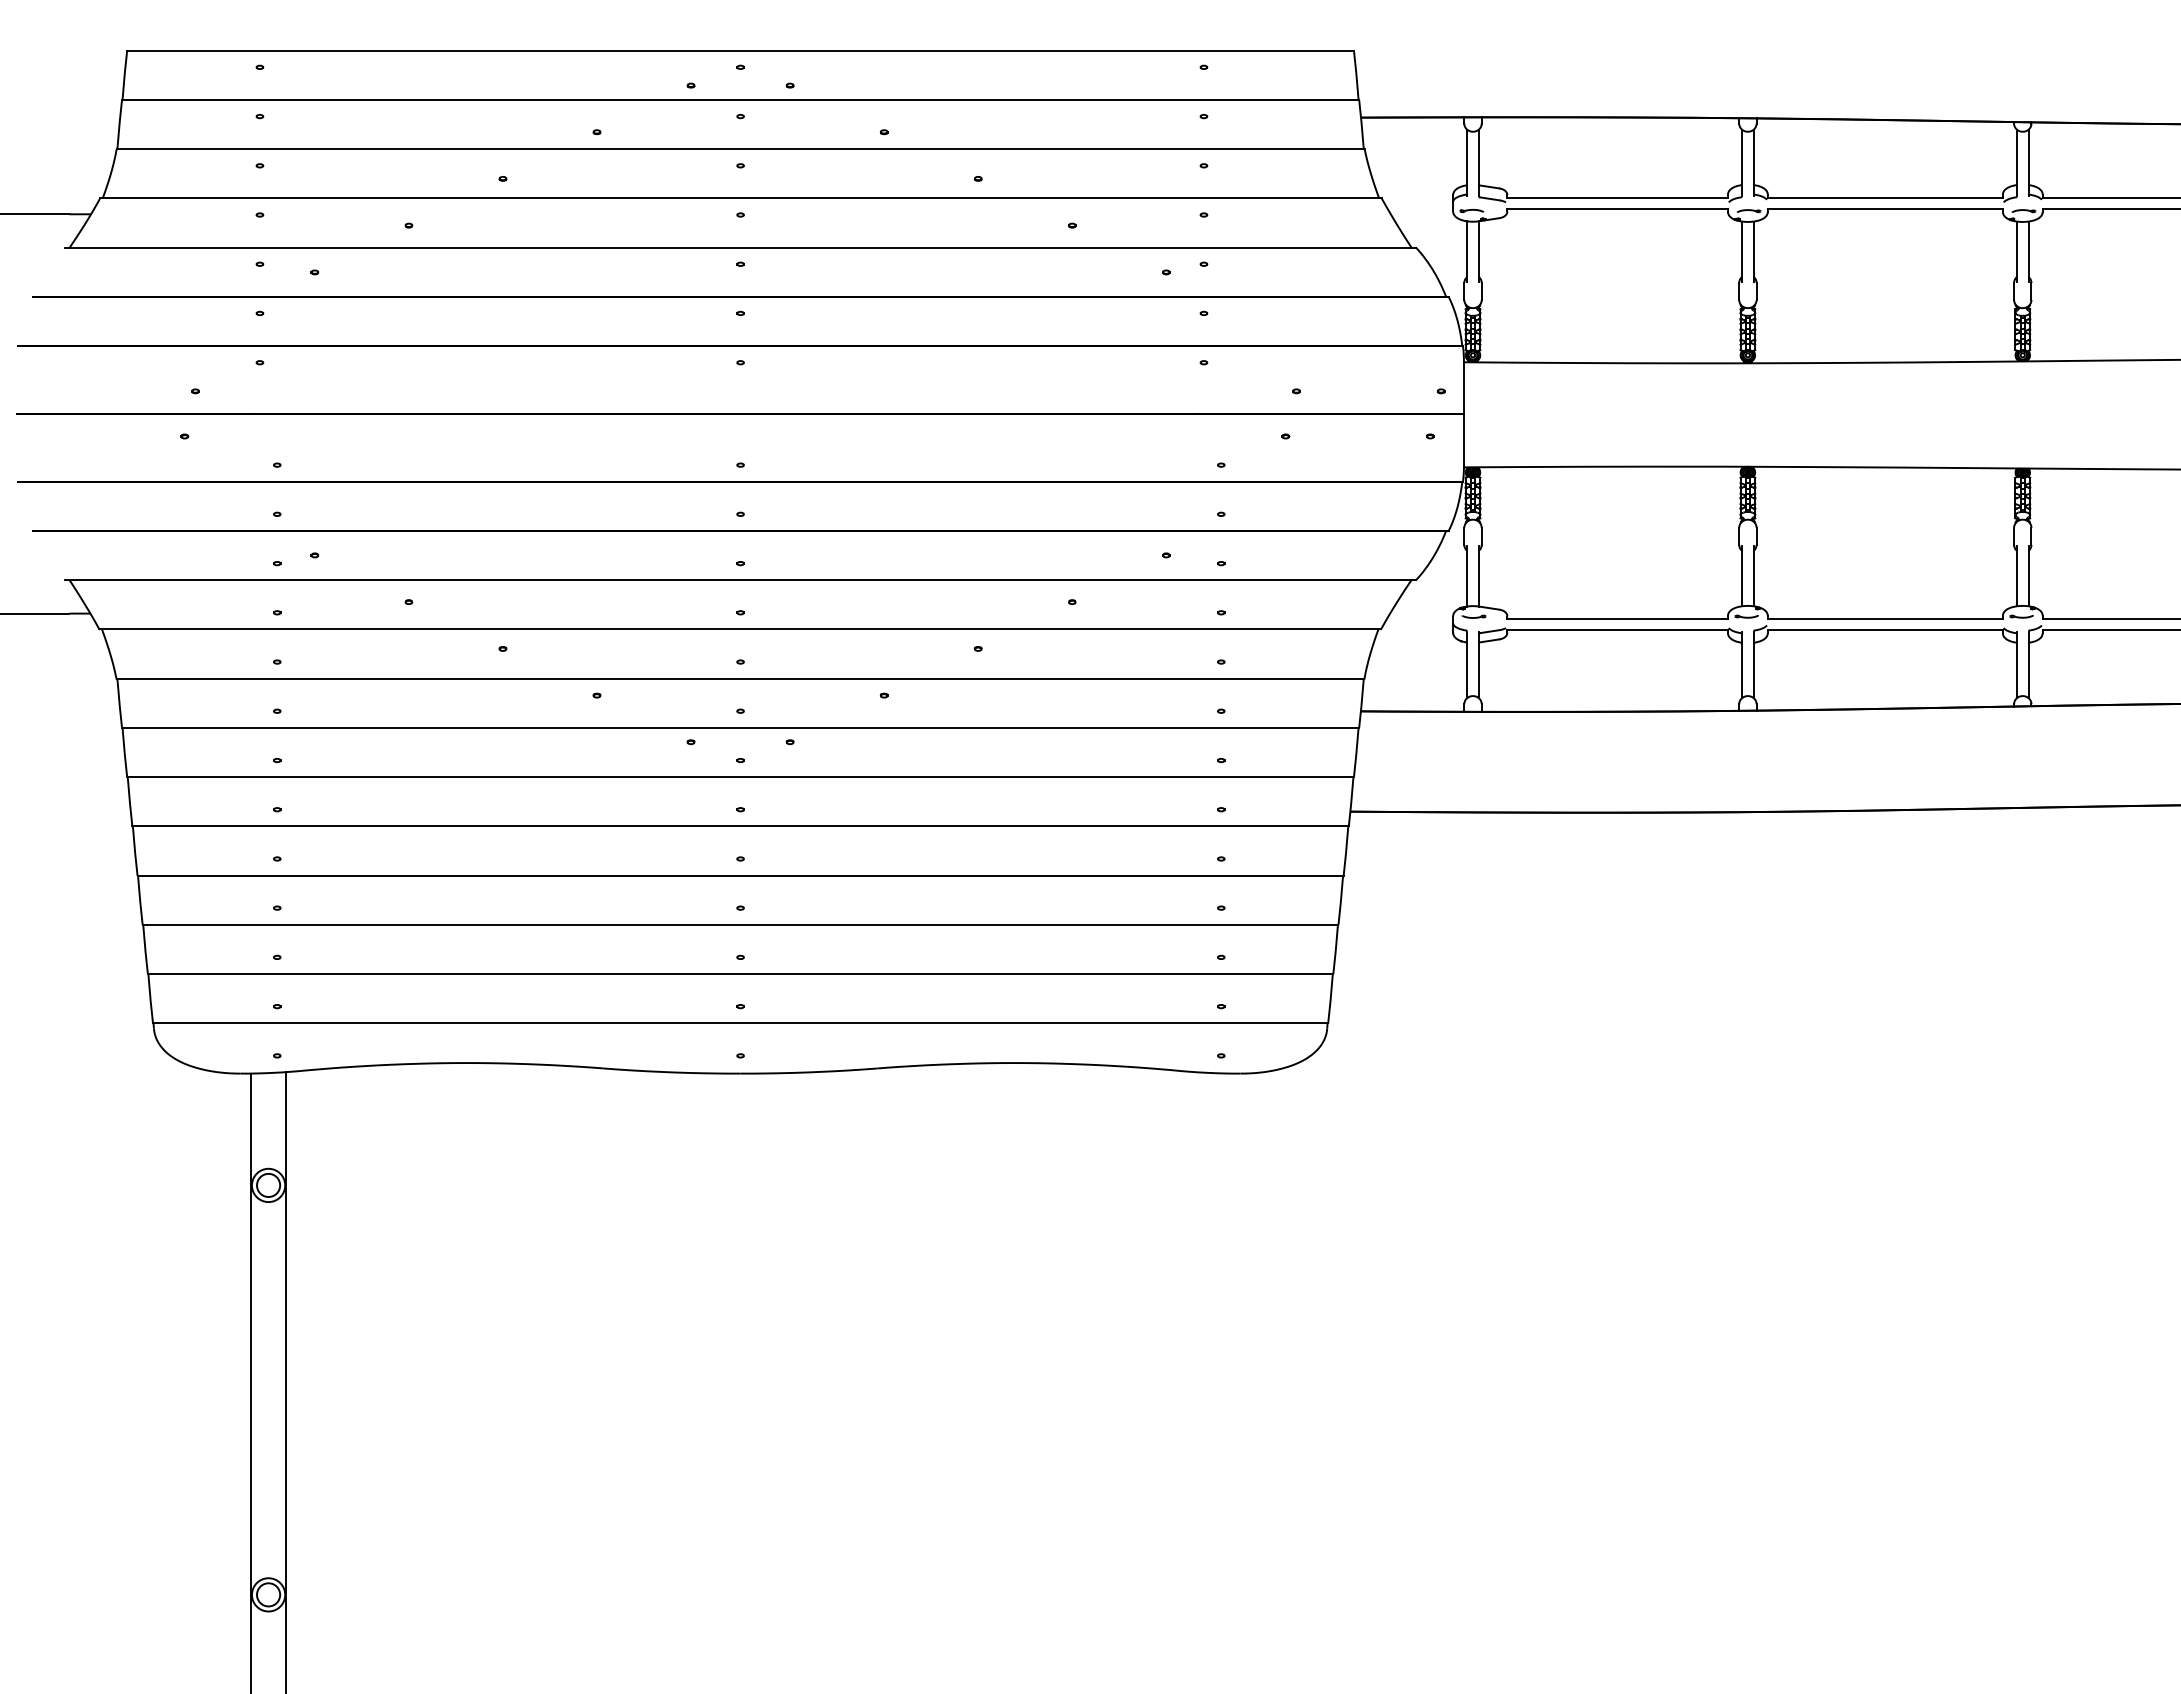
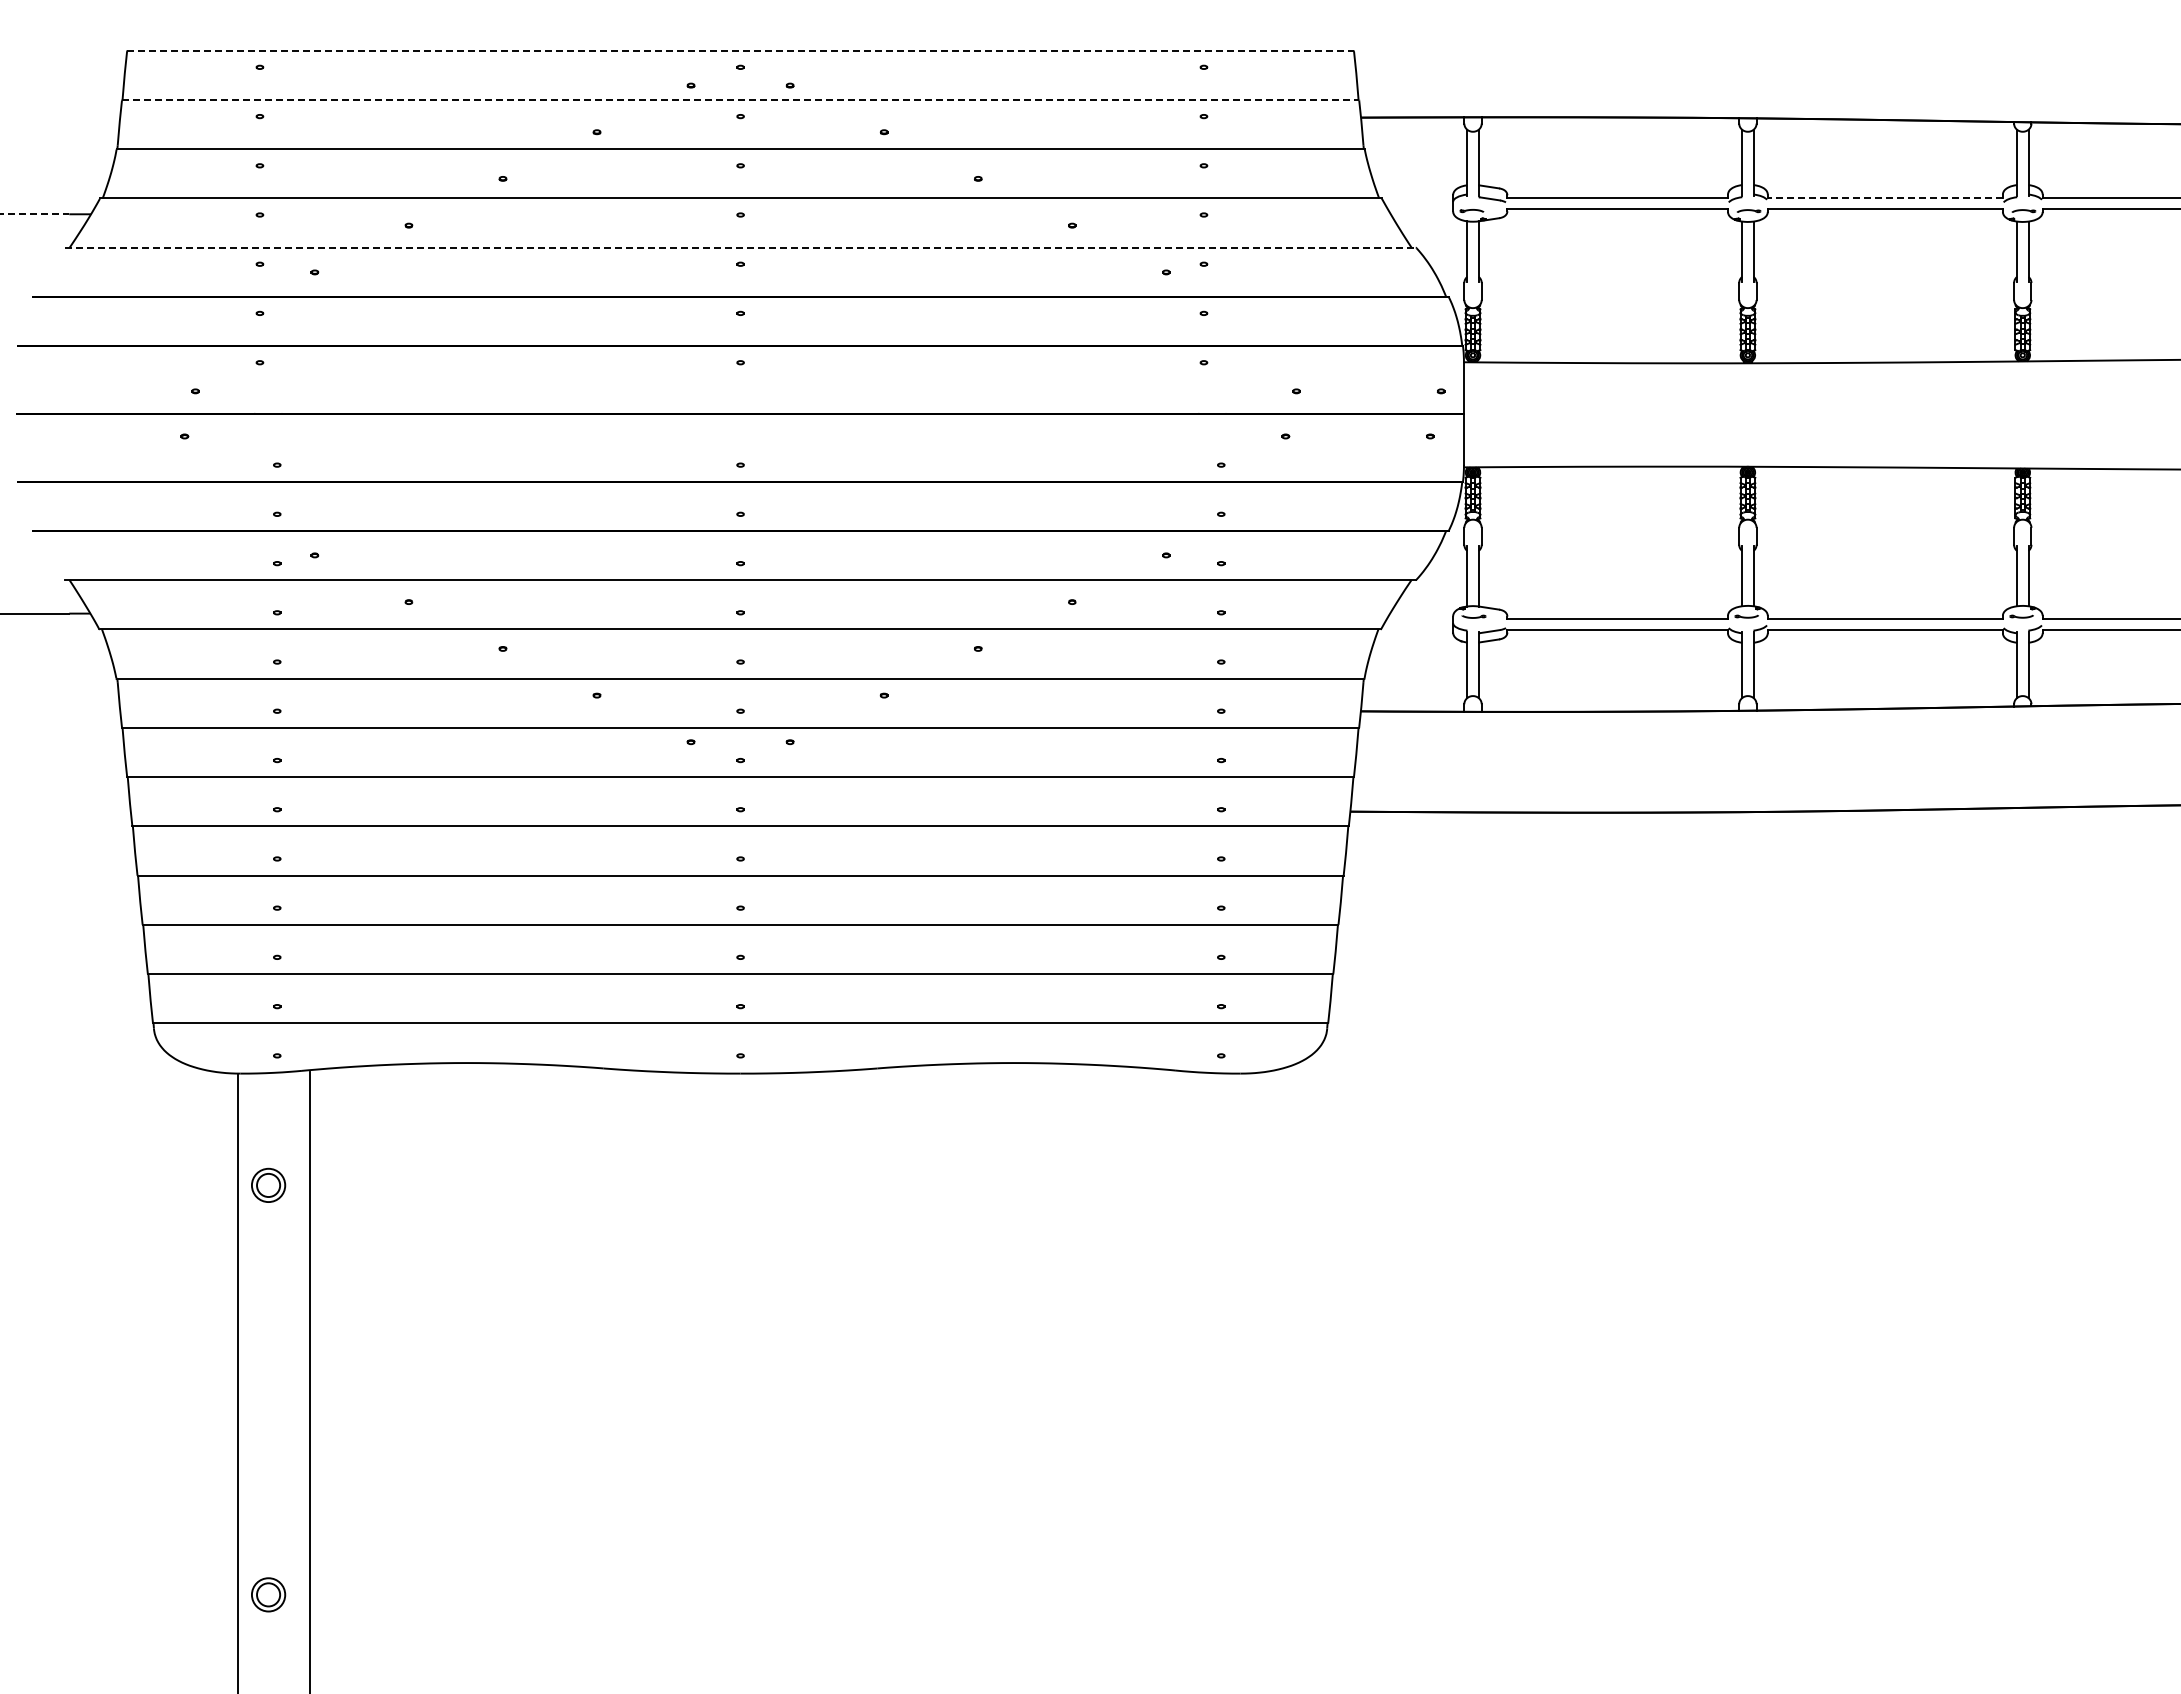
line at (741, 50): solid -> dashed
line at (740, 100): solid -> dashed
line at (1885, 197): solid -> dashed
line at (35, 214): solid -> dashed
line at (741, 247): solid -> dashed
line at (251, 1381) position: (251, 1381) -> (238, 1381)
line at (286, 1381) position: (286, 1381) -> (310, 1381)
